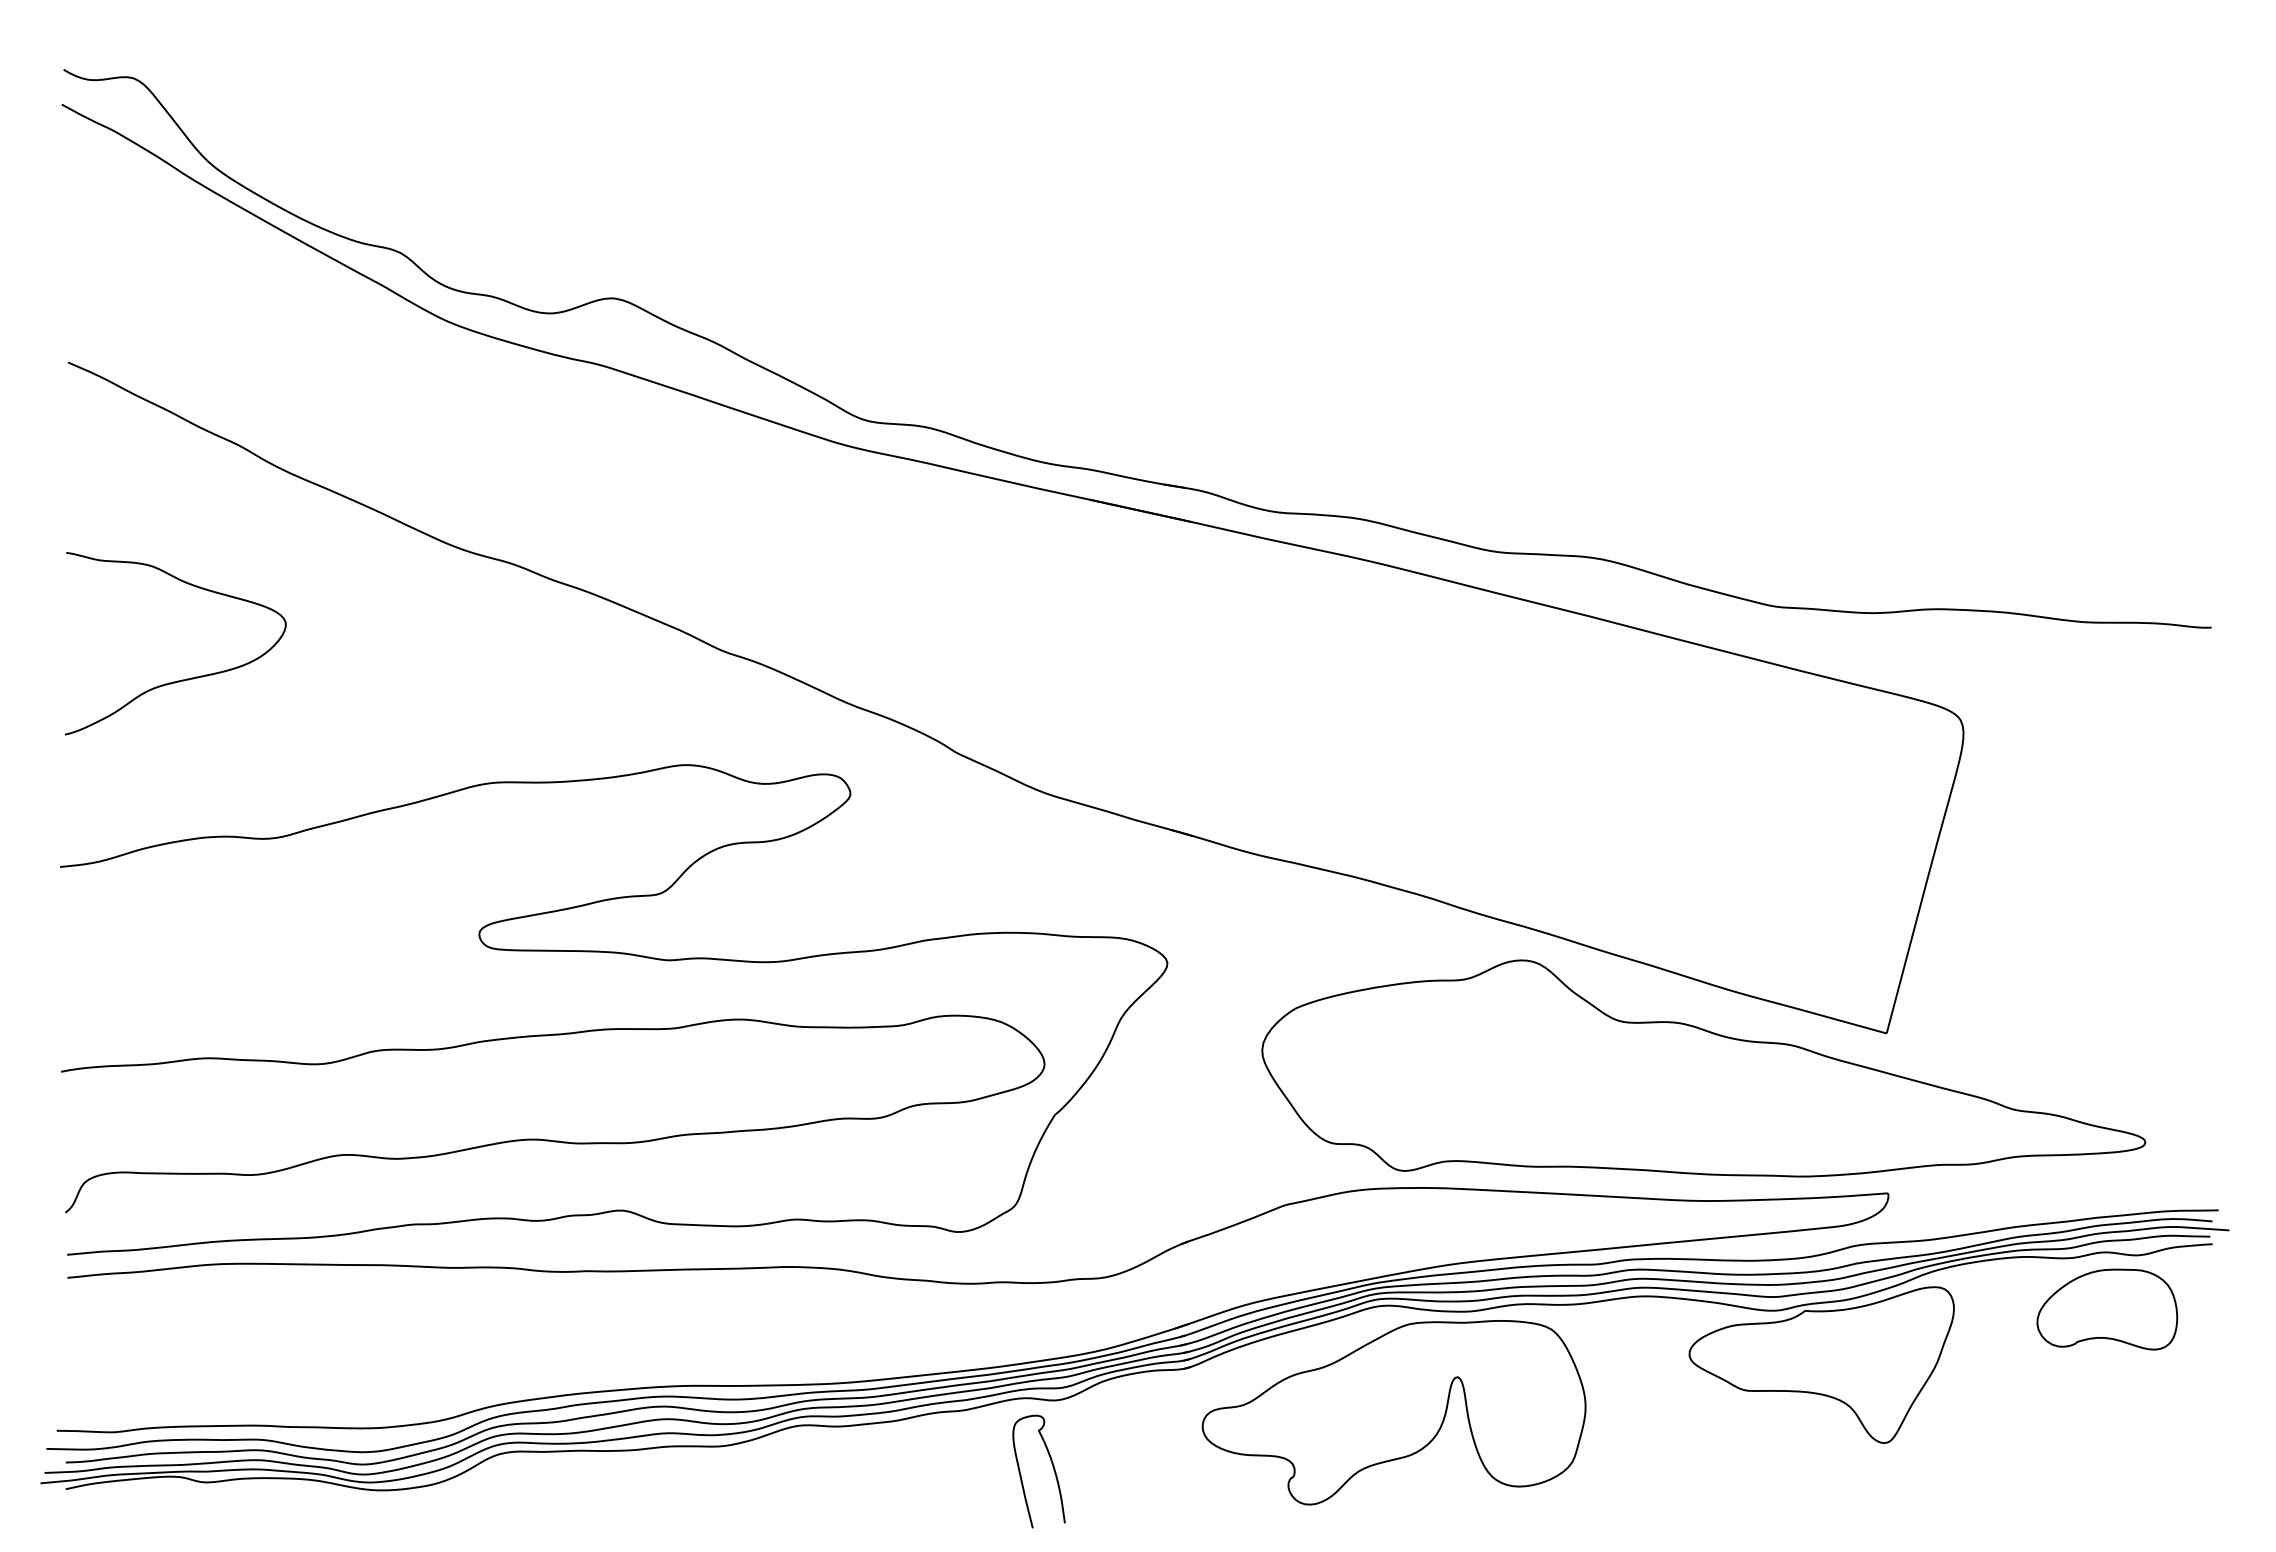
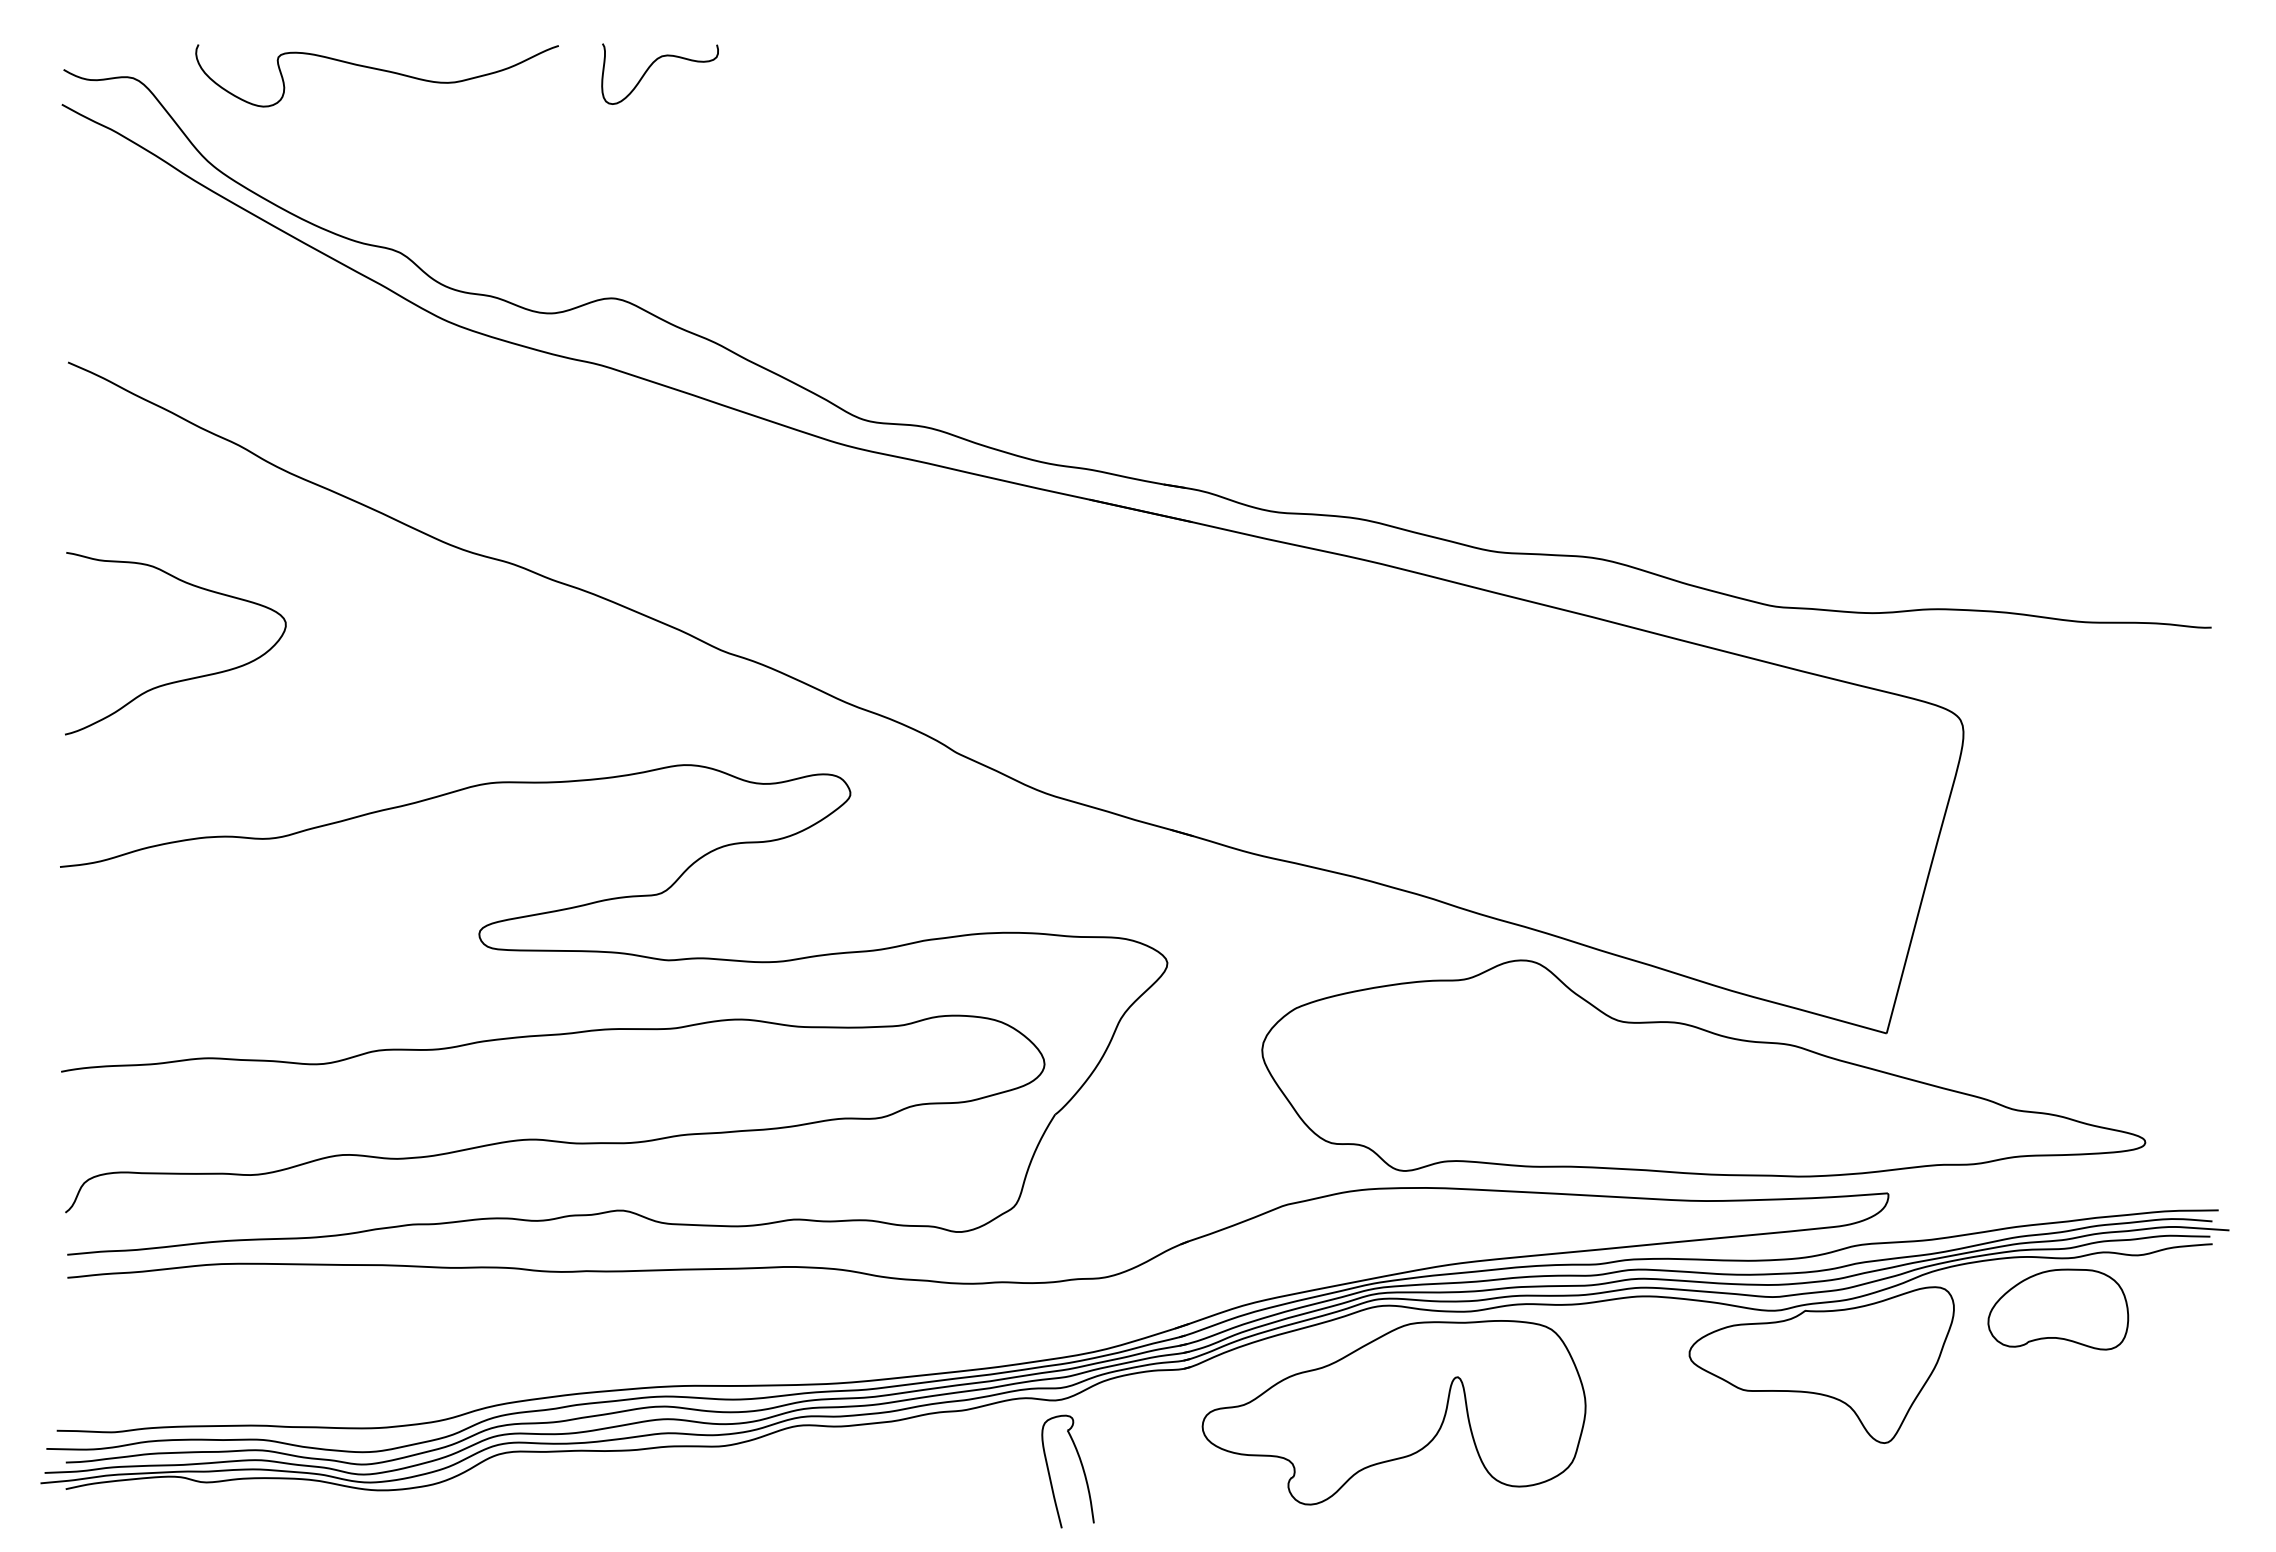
curve at (651, 66): none -> present
curve at (377, 70): none -> present
part at (2107, 1309) position: (2107, 1309) -> (2058, 1309)
part at (1052, 1466) position: (1052, 1466) -> (1081, 1466)
